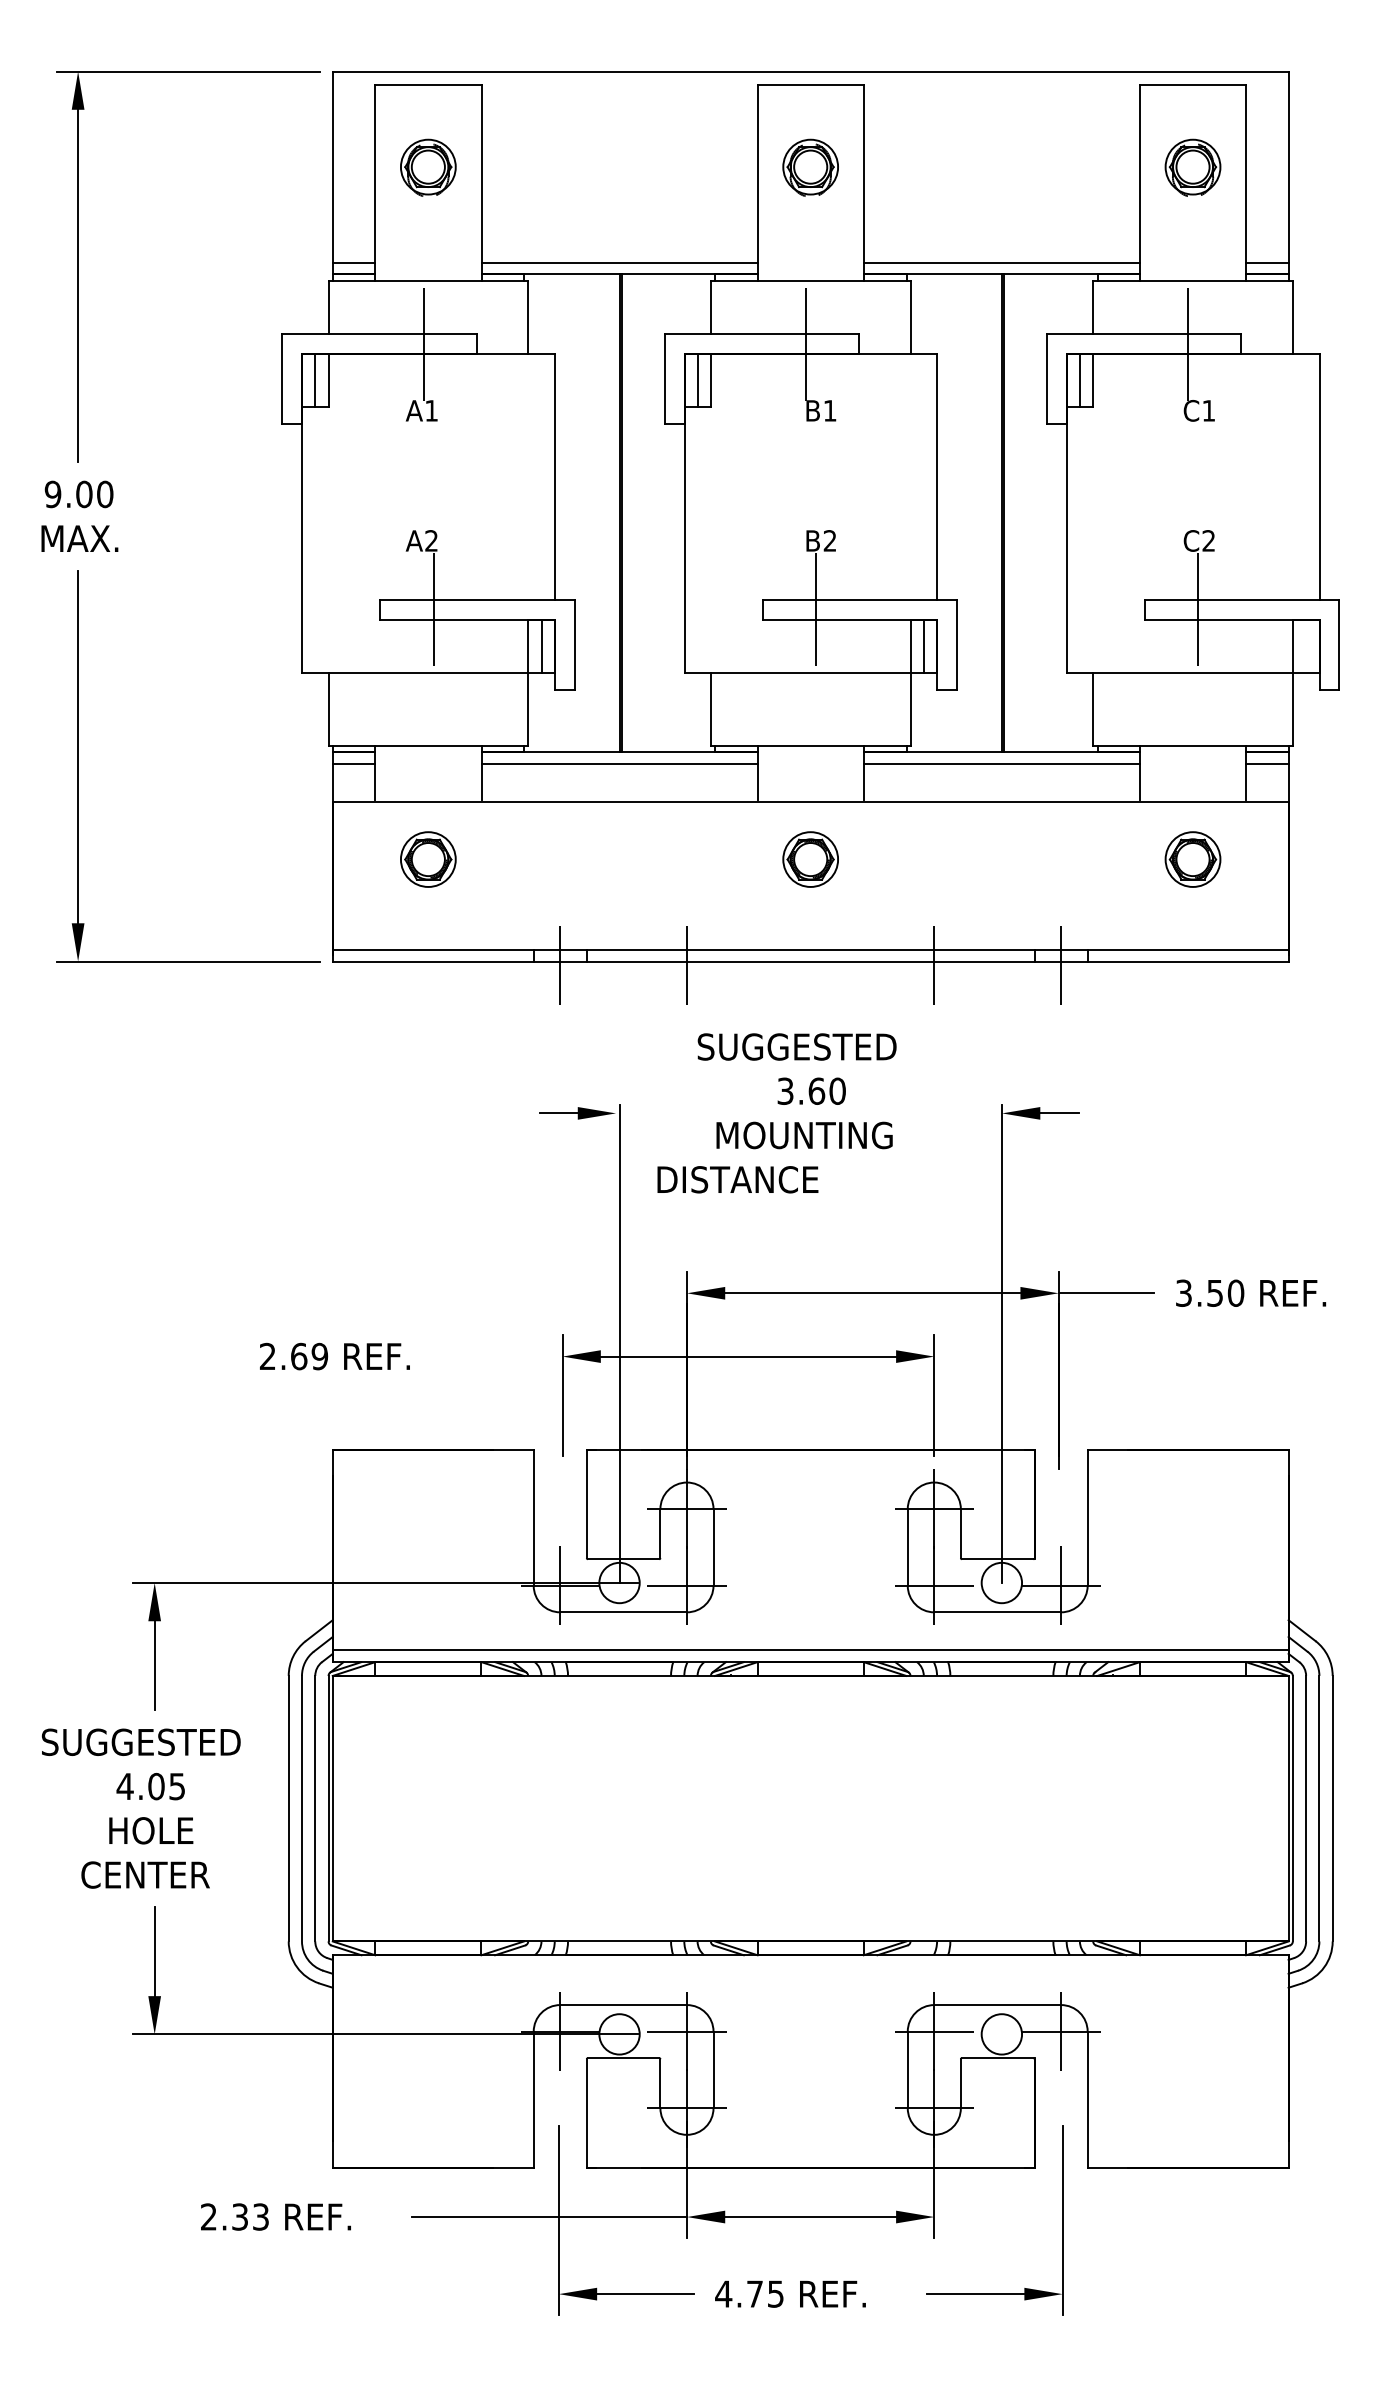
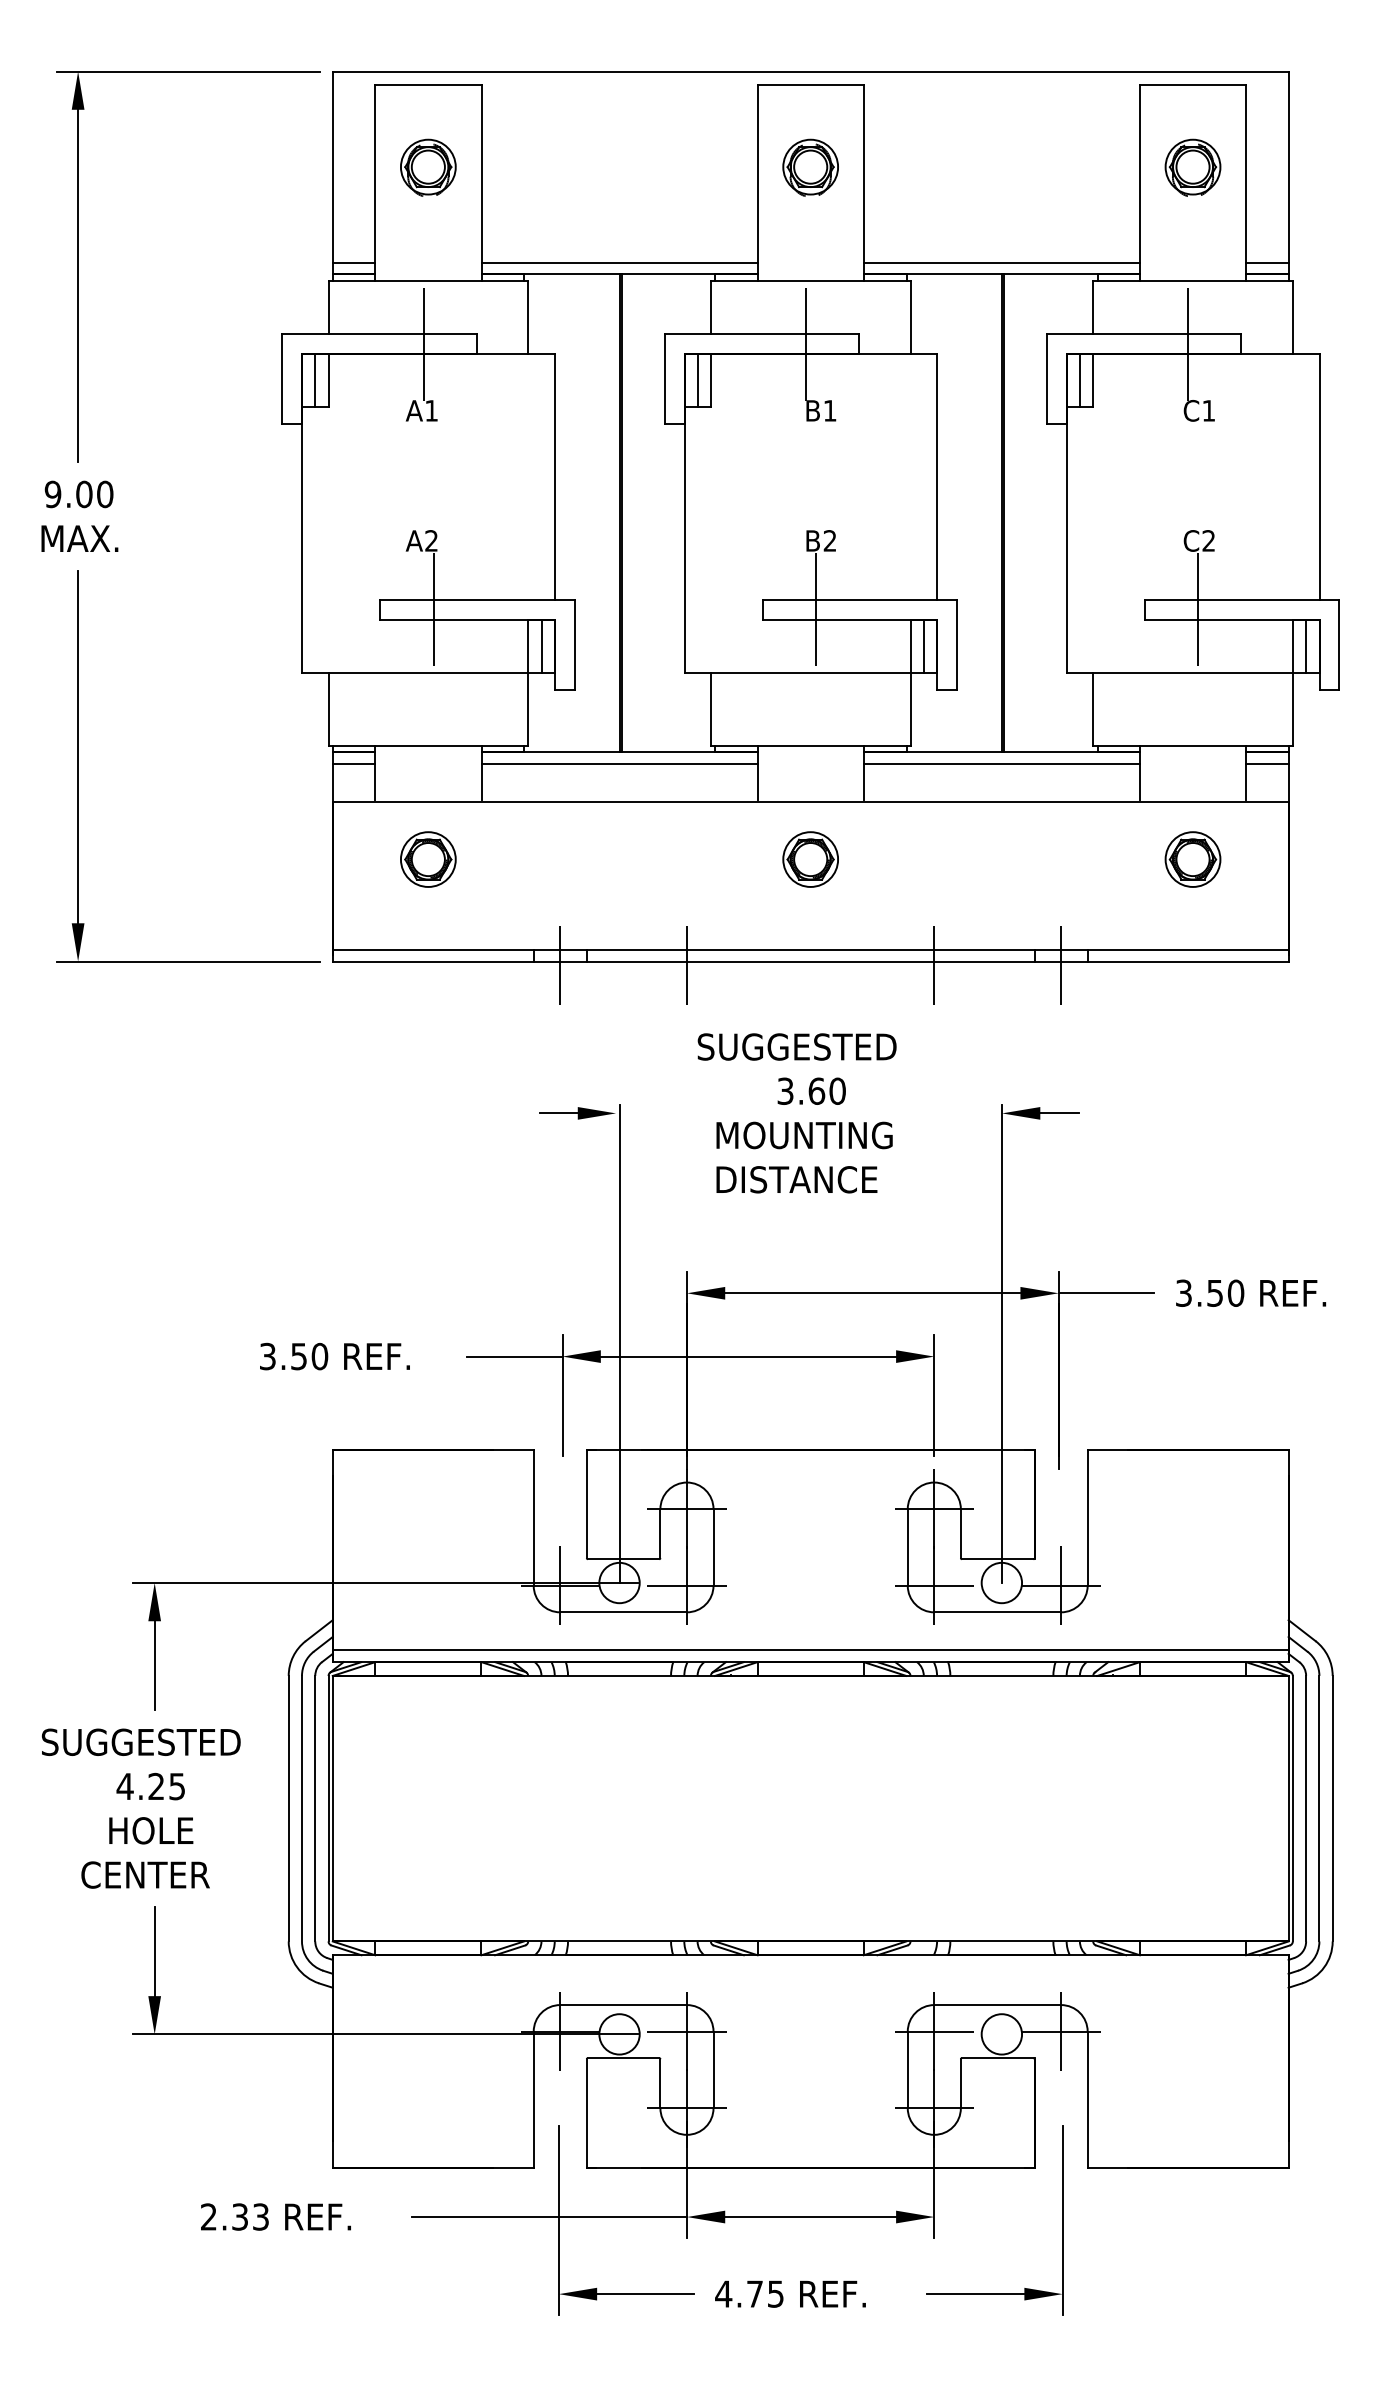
line at (1306, 645): none -> present
text at (737, 1179) position: (737, 1179) -> (796, 1179)
text at (294, 1356): 2.69 -> 3.50
line at (514, 1356): none -> present
text at (156, 1786): 4.05 -> 4.25
